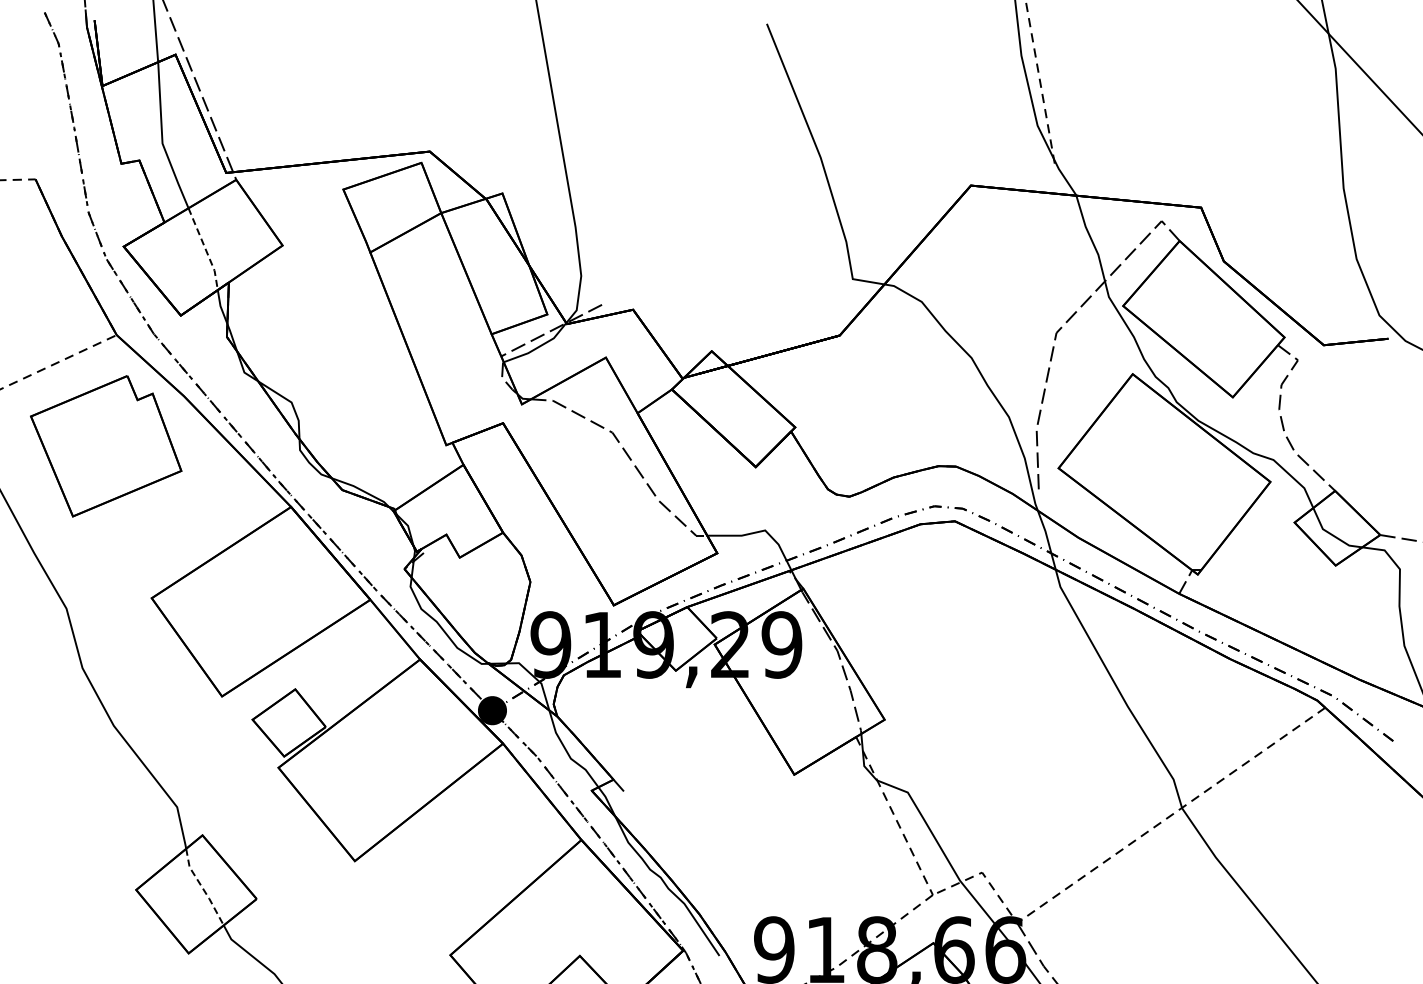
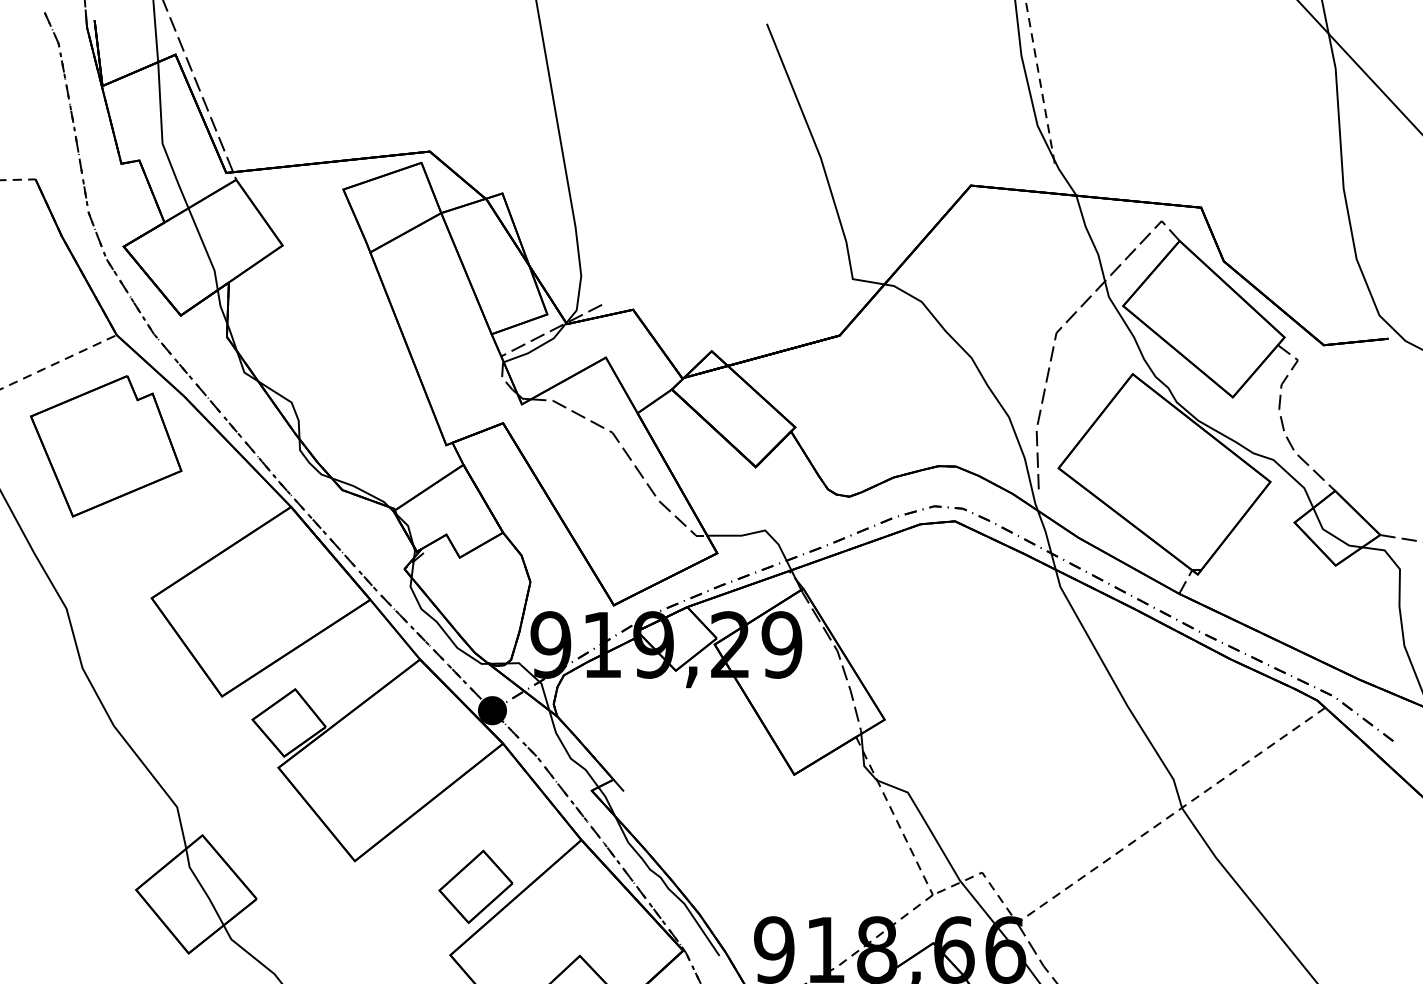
line at (205, 249): dashed -> solid
part at (475, 886): none -> present
line at (202, 888): dashed -> solid
